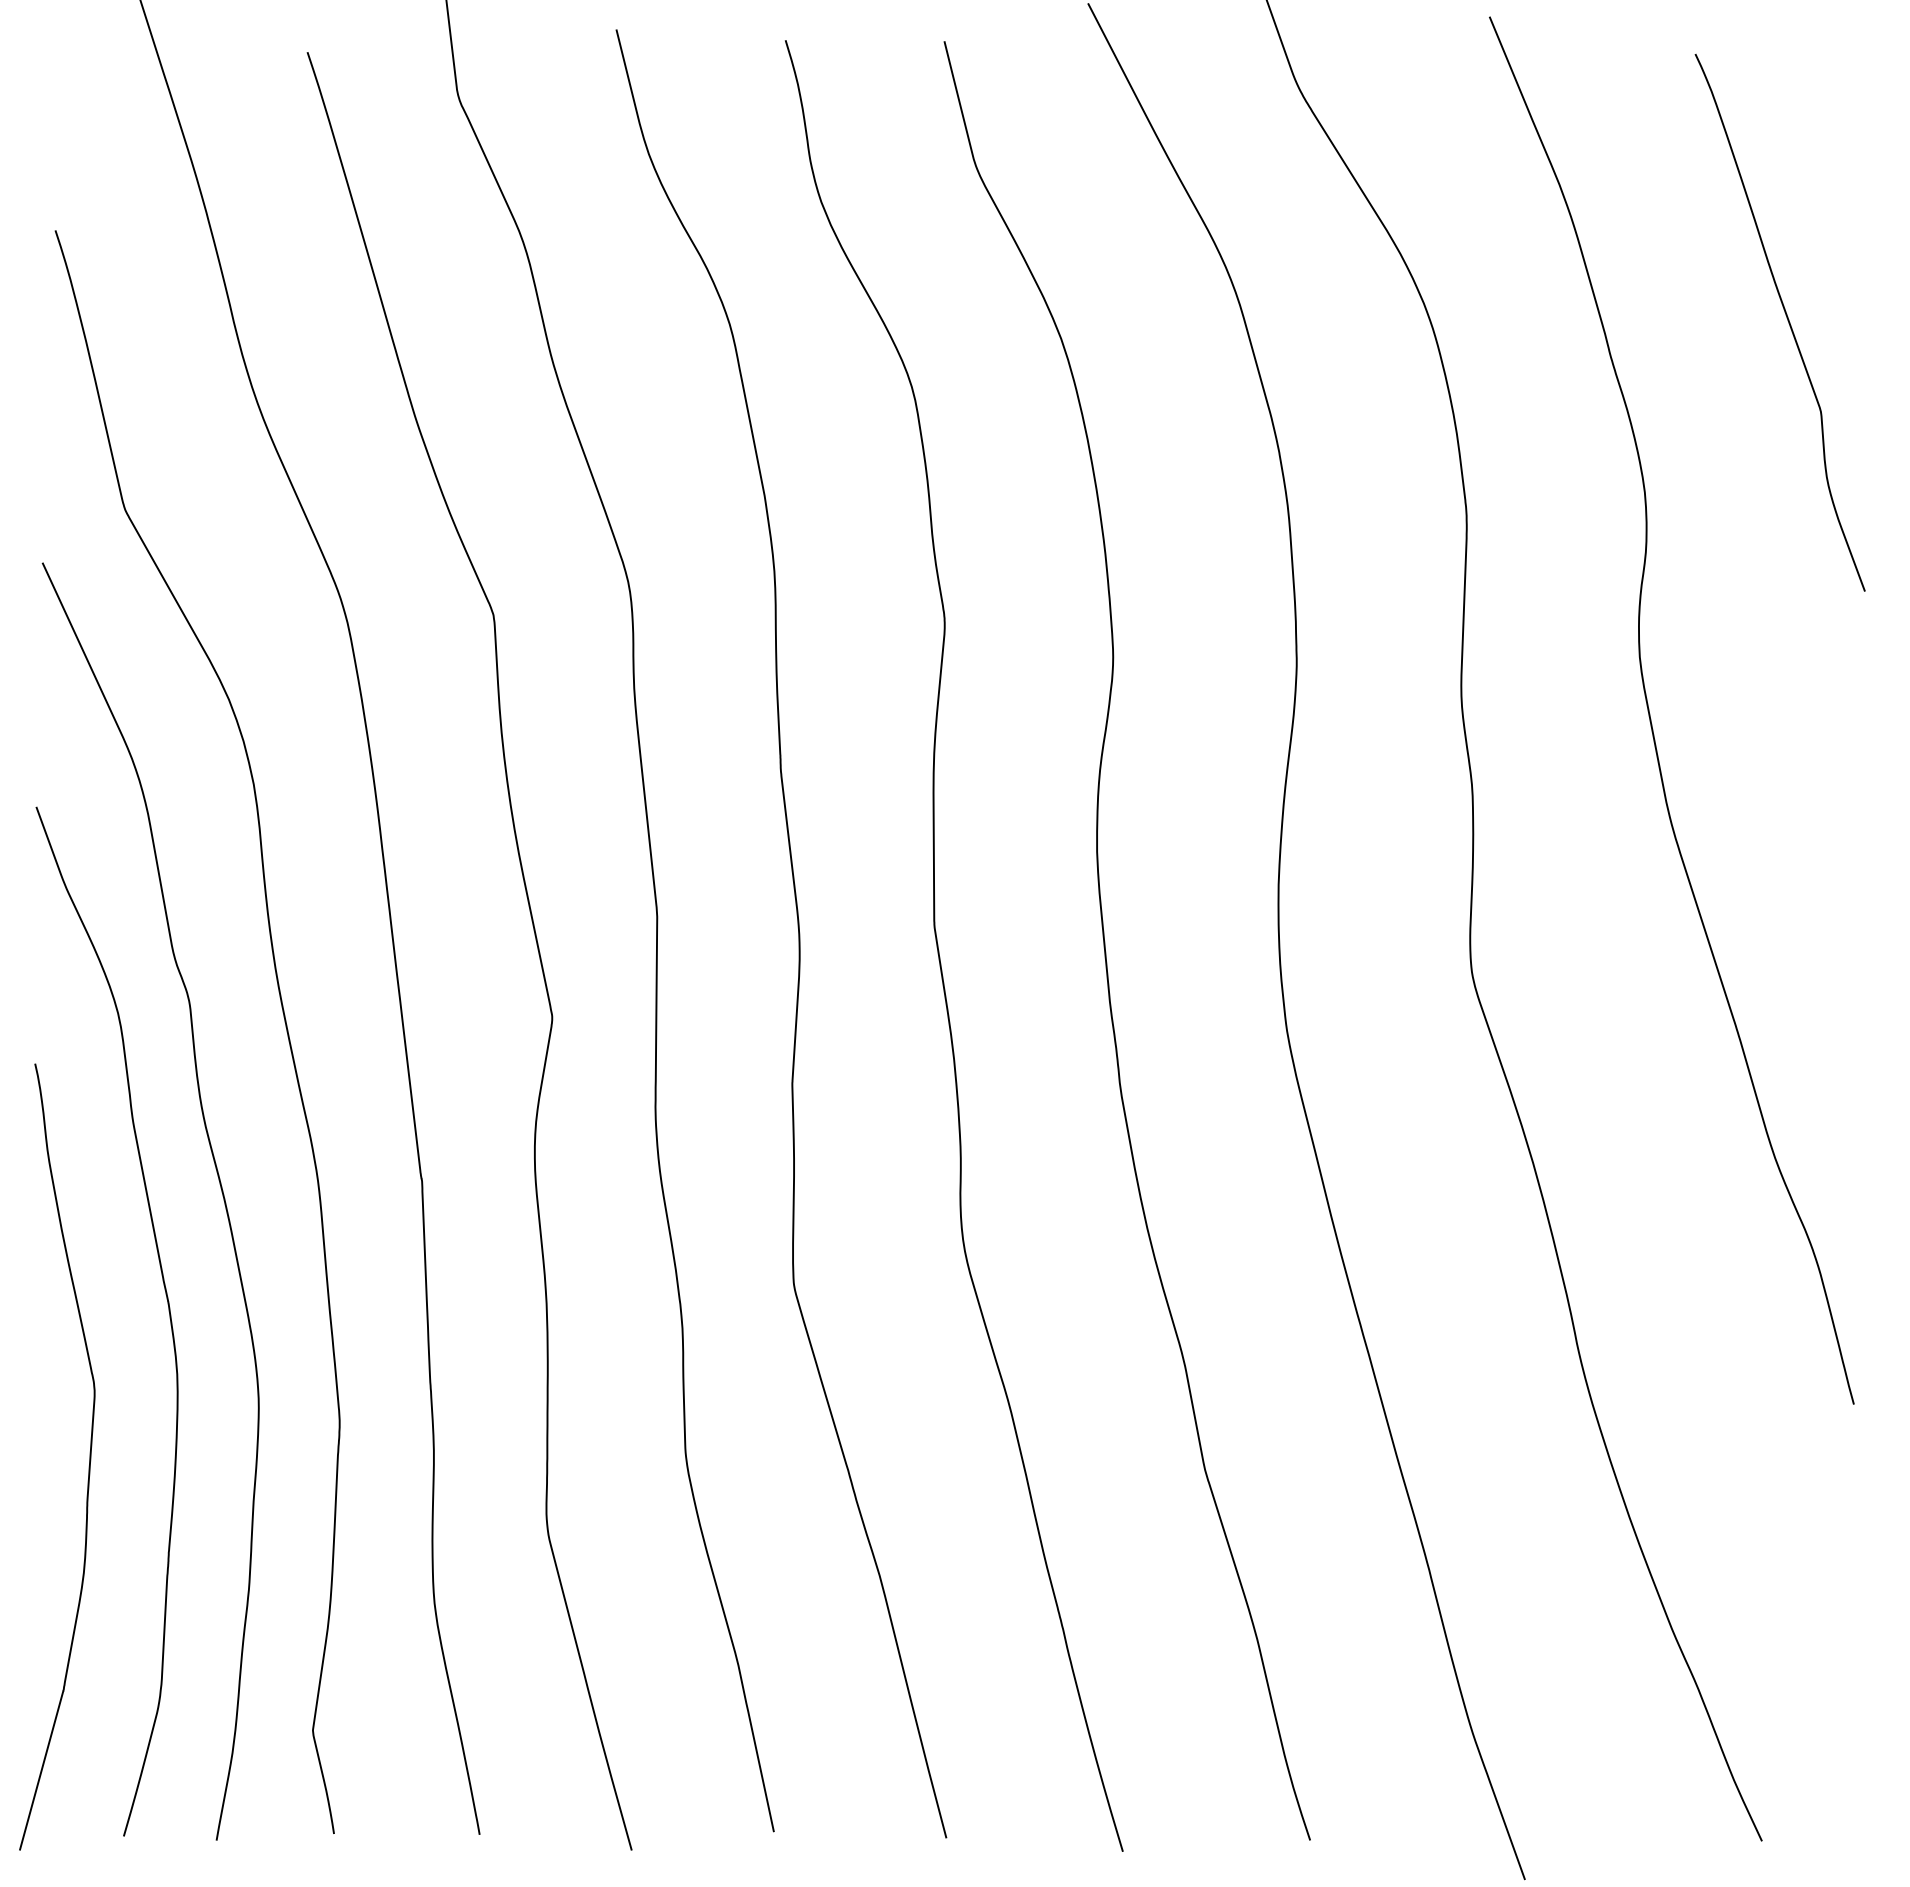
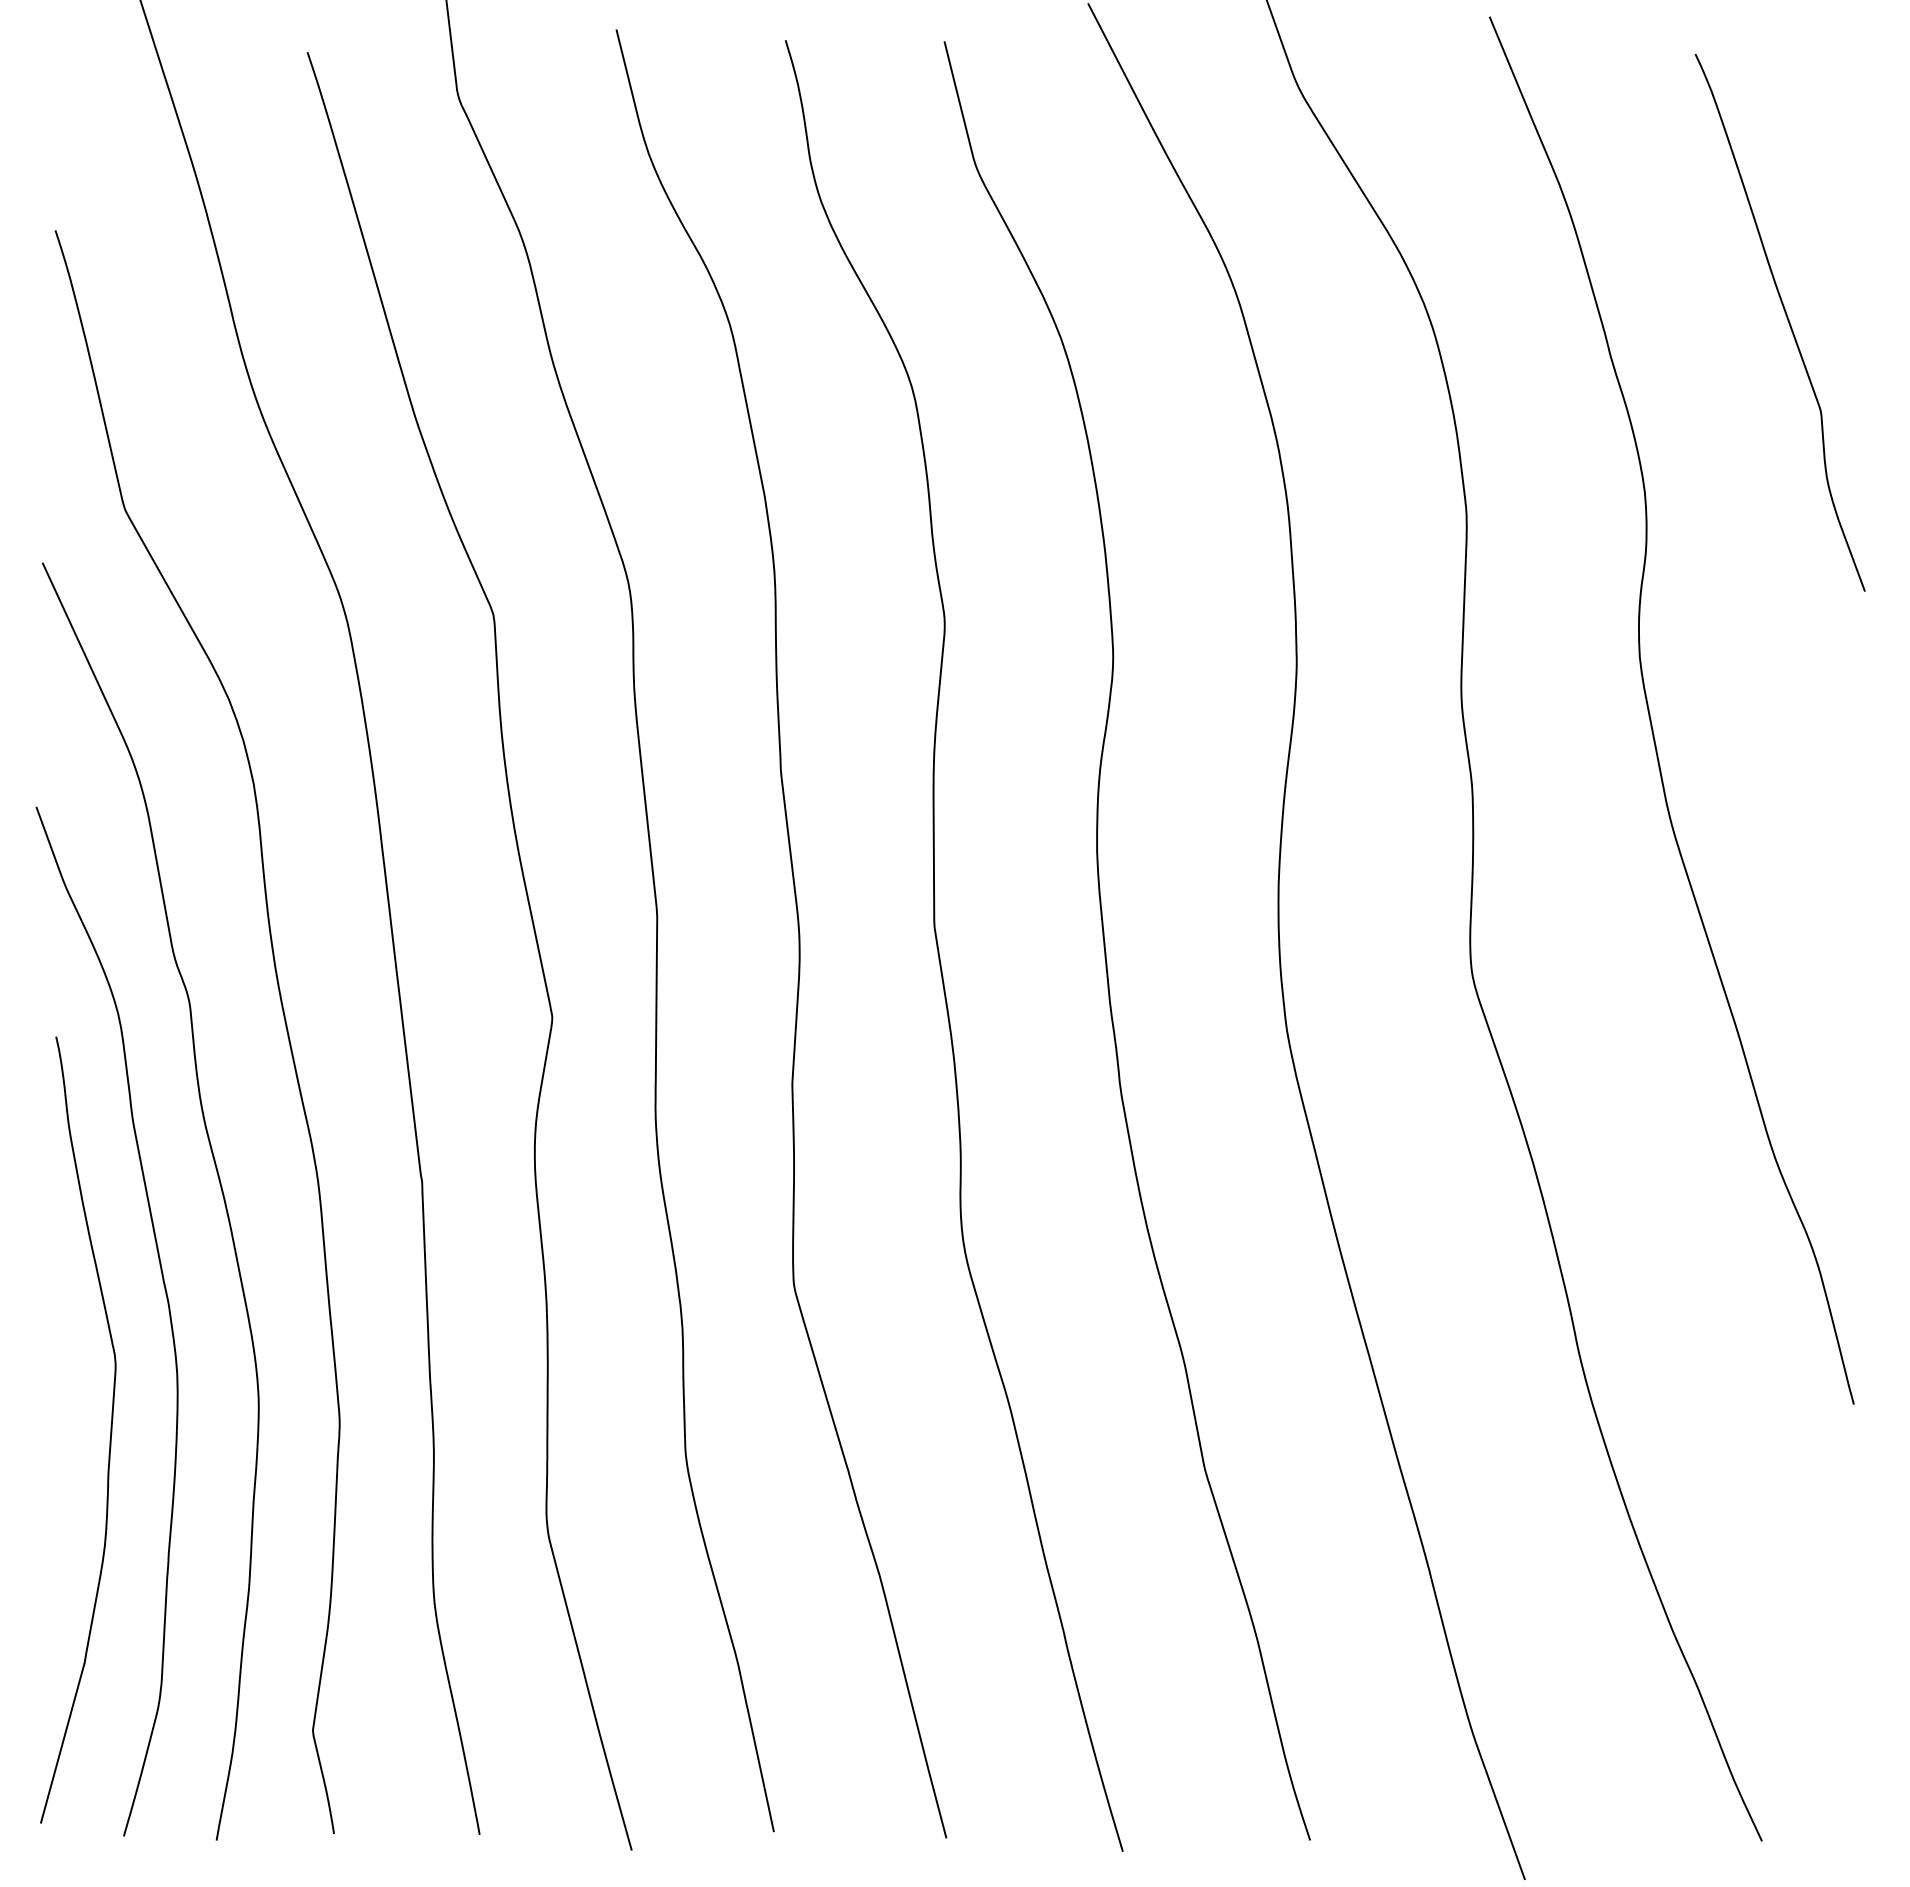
curve at (89, 1456) position: (89, 1456) -> (110, 1429)
